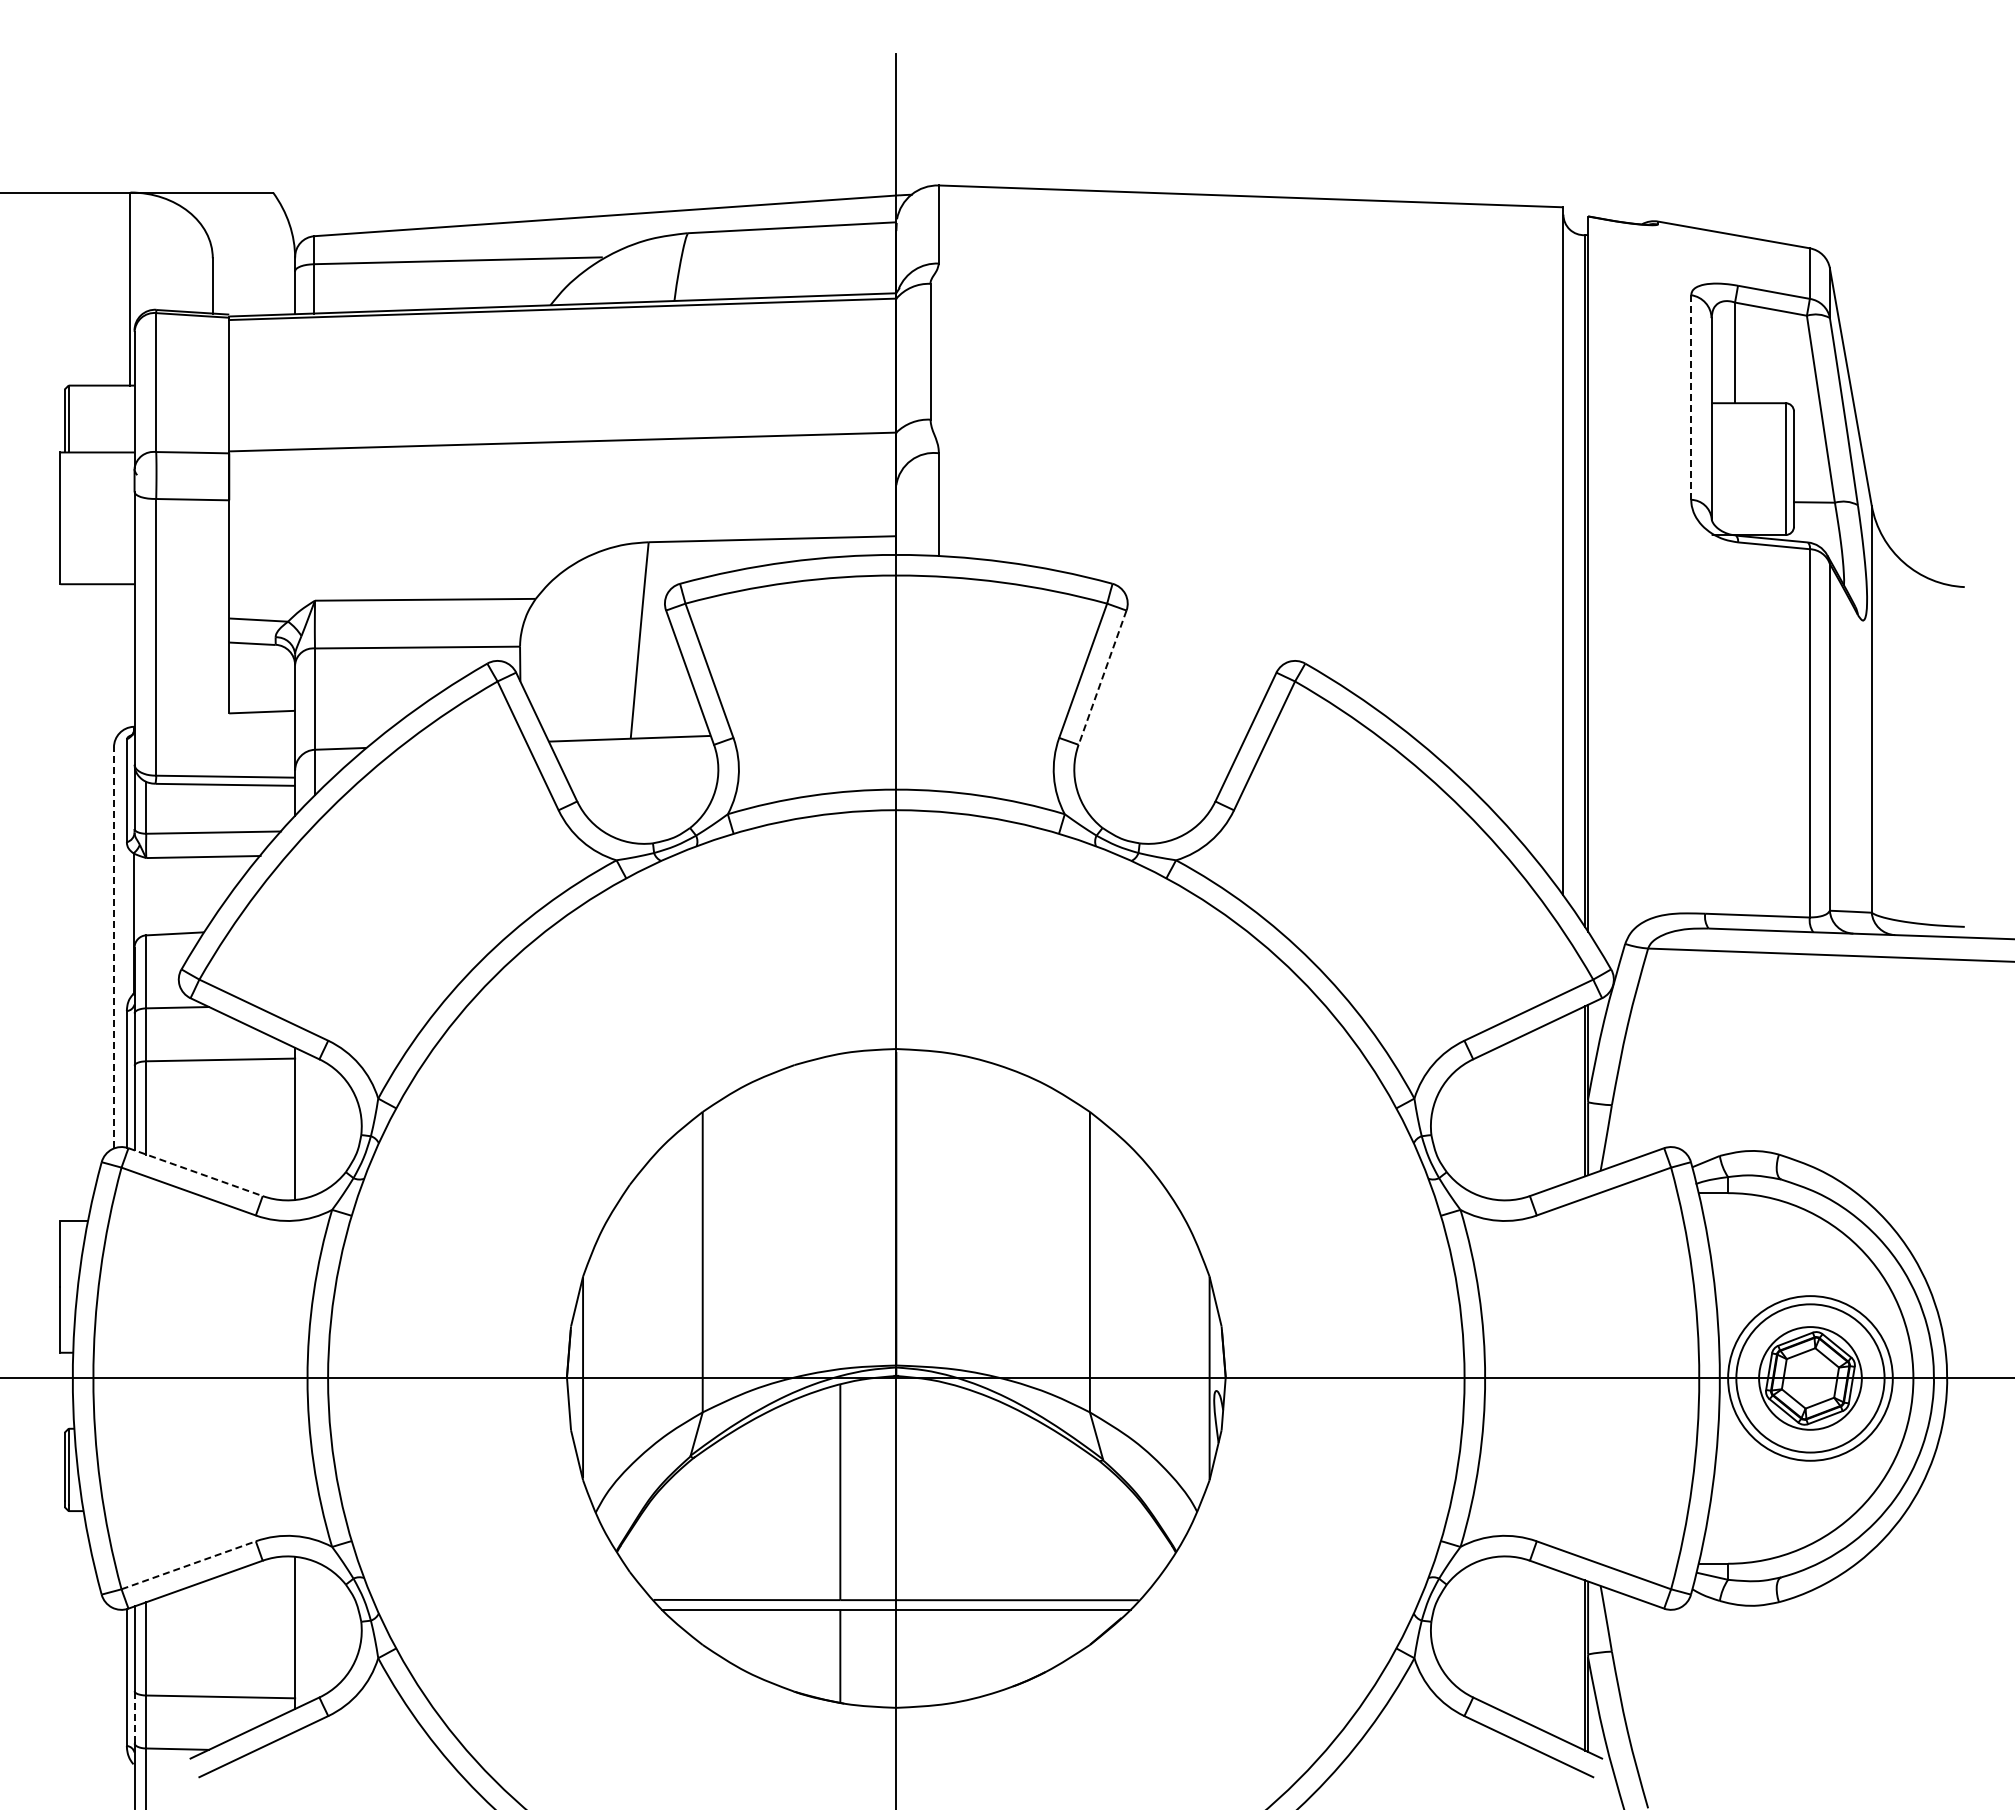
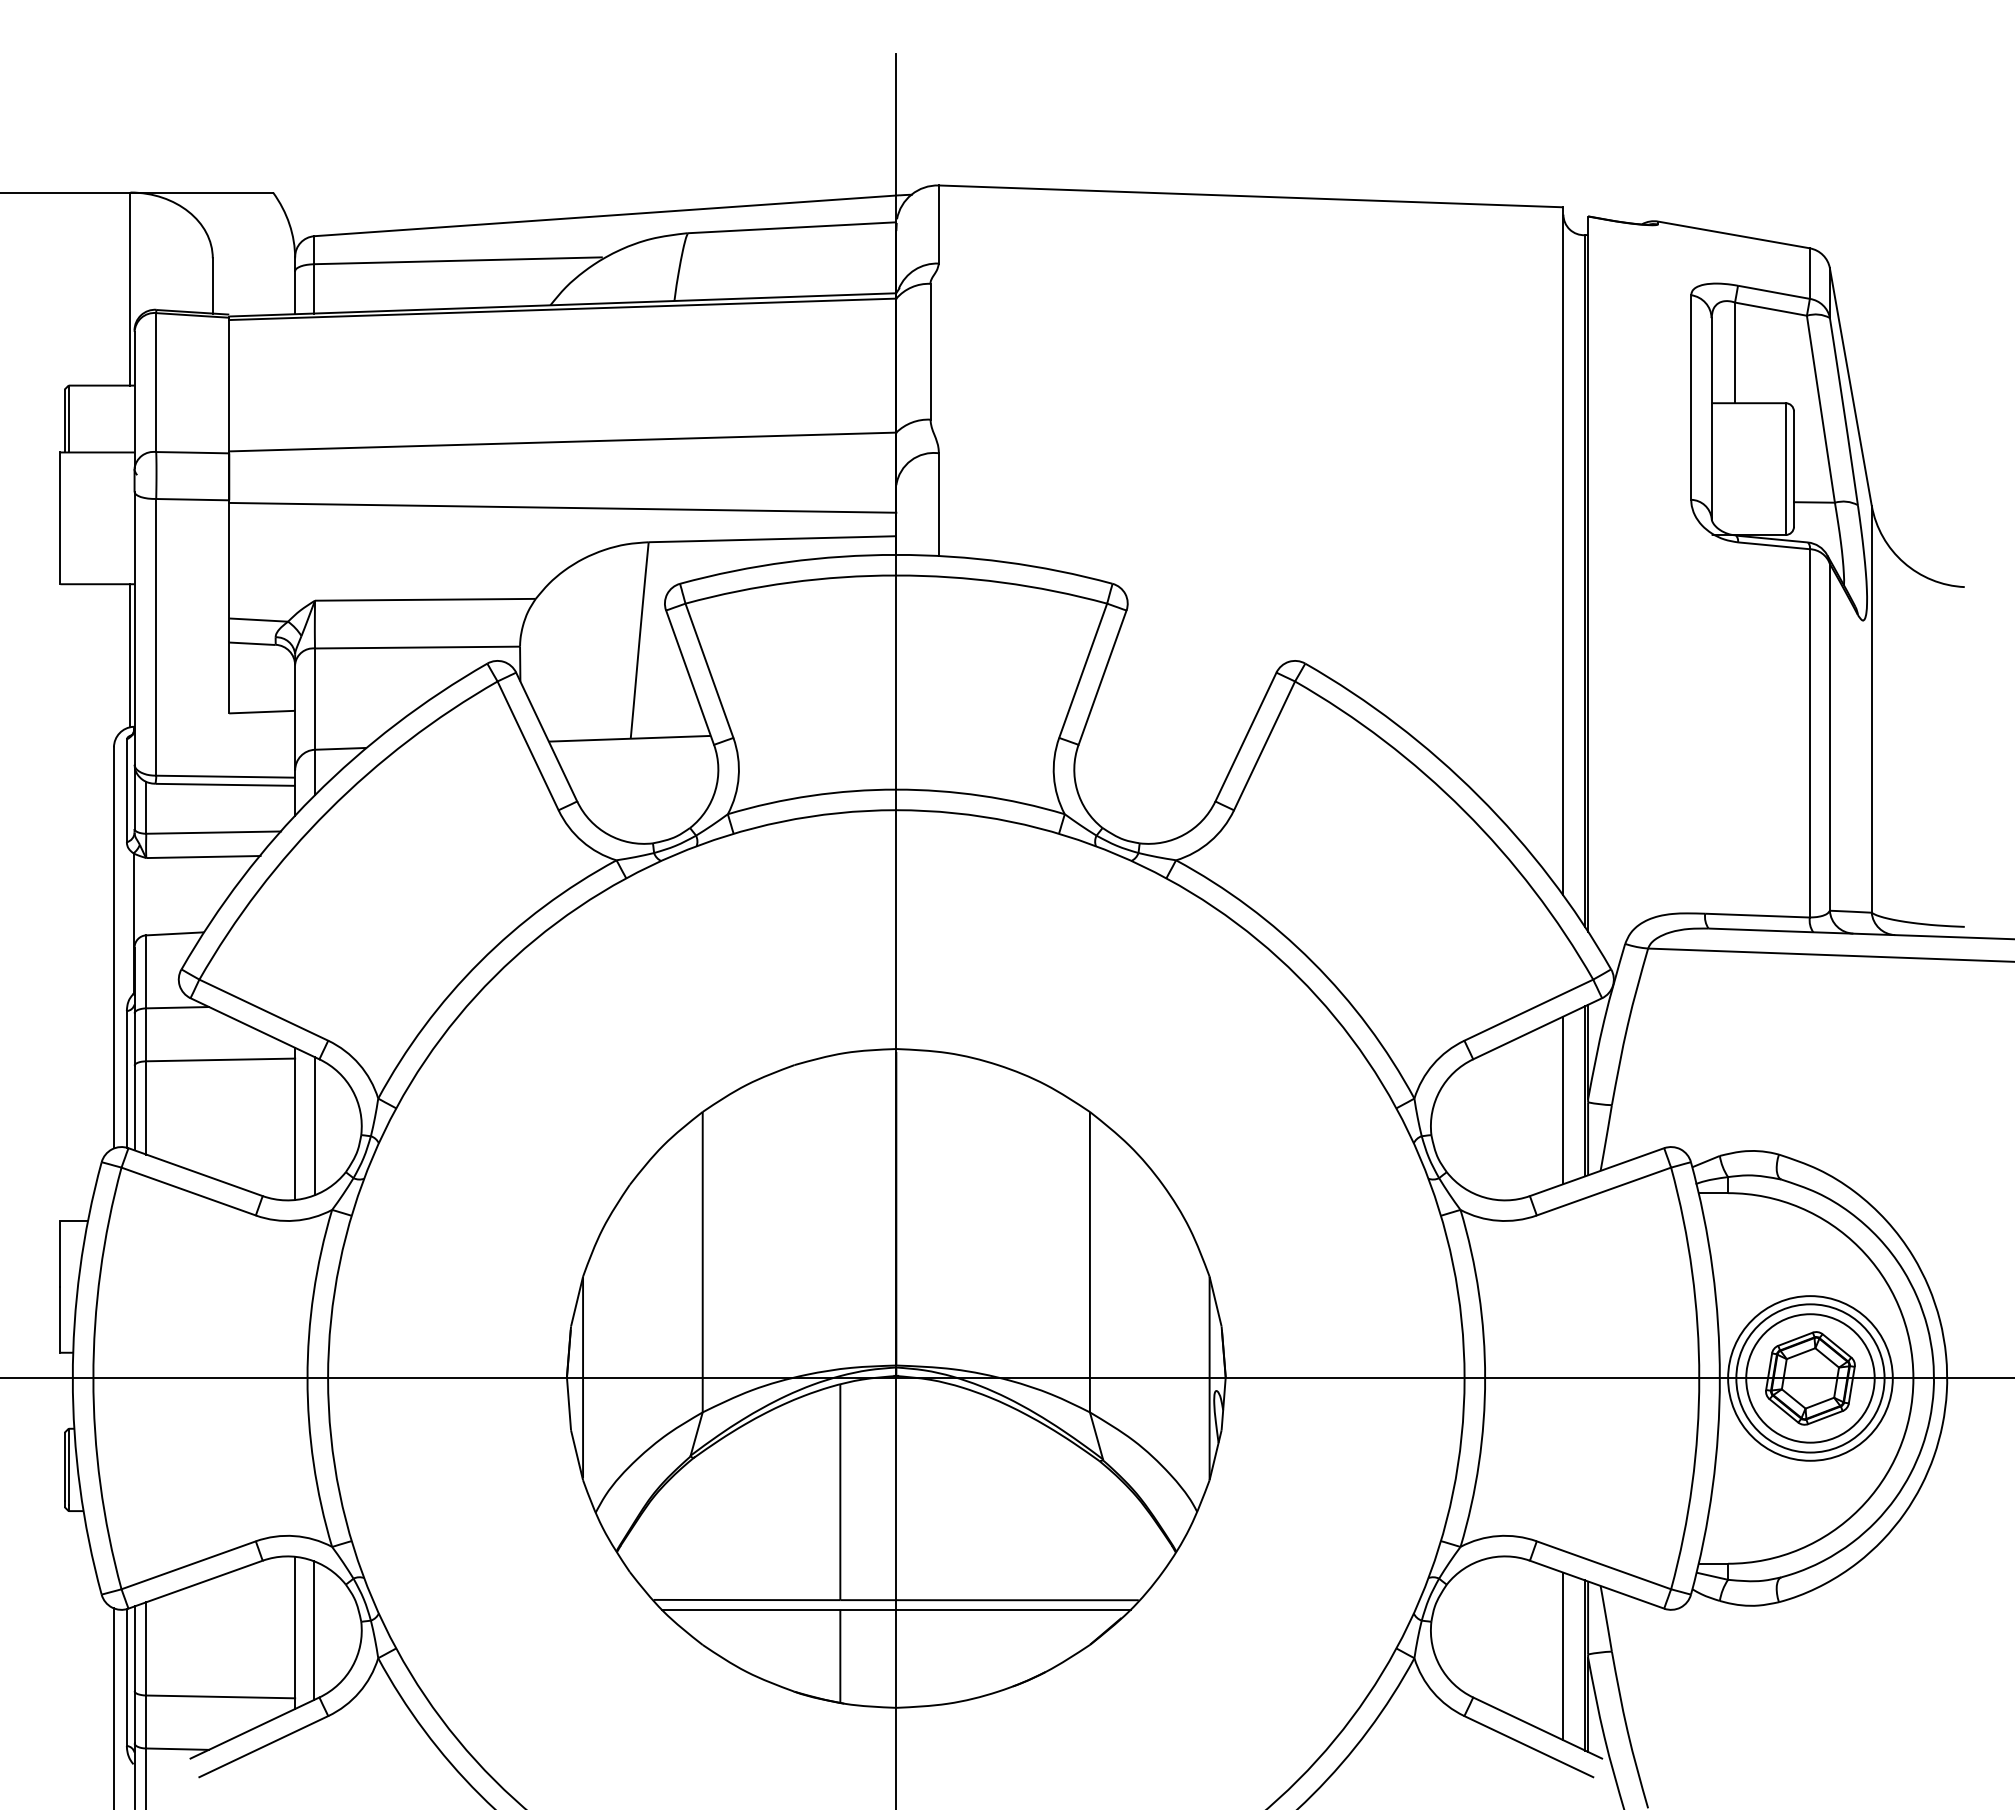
line at (1691, 397): dashed -> solid
line at (562, 507): none -> present
line at (130, 655): none -> present
line at (1102, 678): dashed -> solid
line at (113, 947): dashed -> solid
line at (1563, 1100): none -> present
line at (315, 1126): none -> present
line at (196, 1172): dashed -> solid
circle at (1810, 1378) diameter: 103 px -> 128 px
line at (189, 1565): dashed -> solid
line at (314, 1630): none -> present
line at (1563, 1656): none -> present
line at (113, 1707): none -> present
line at (134, 1716): dashed -> solid
